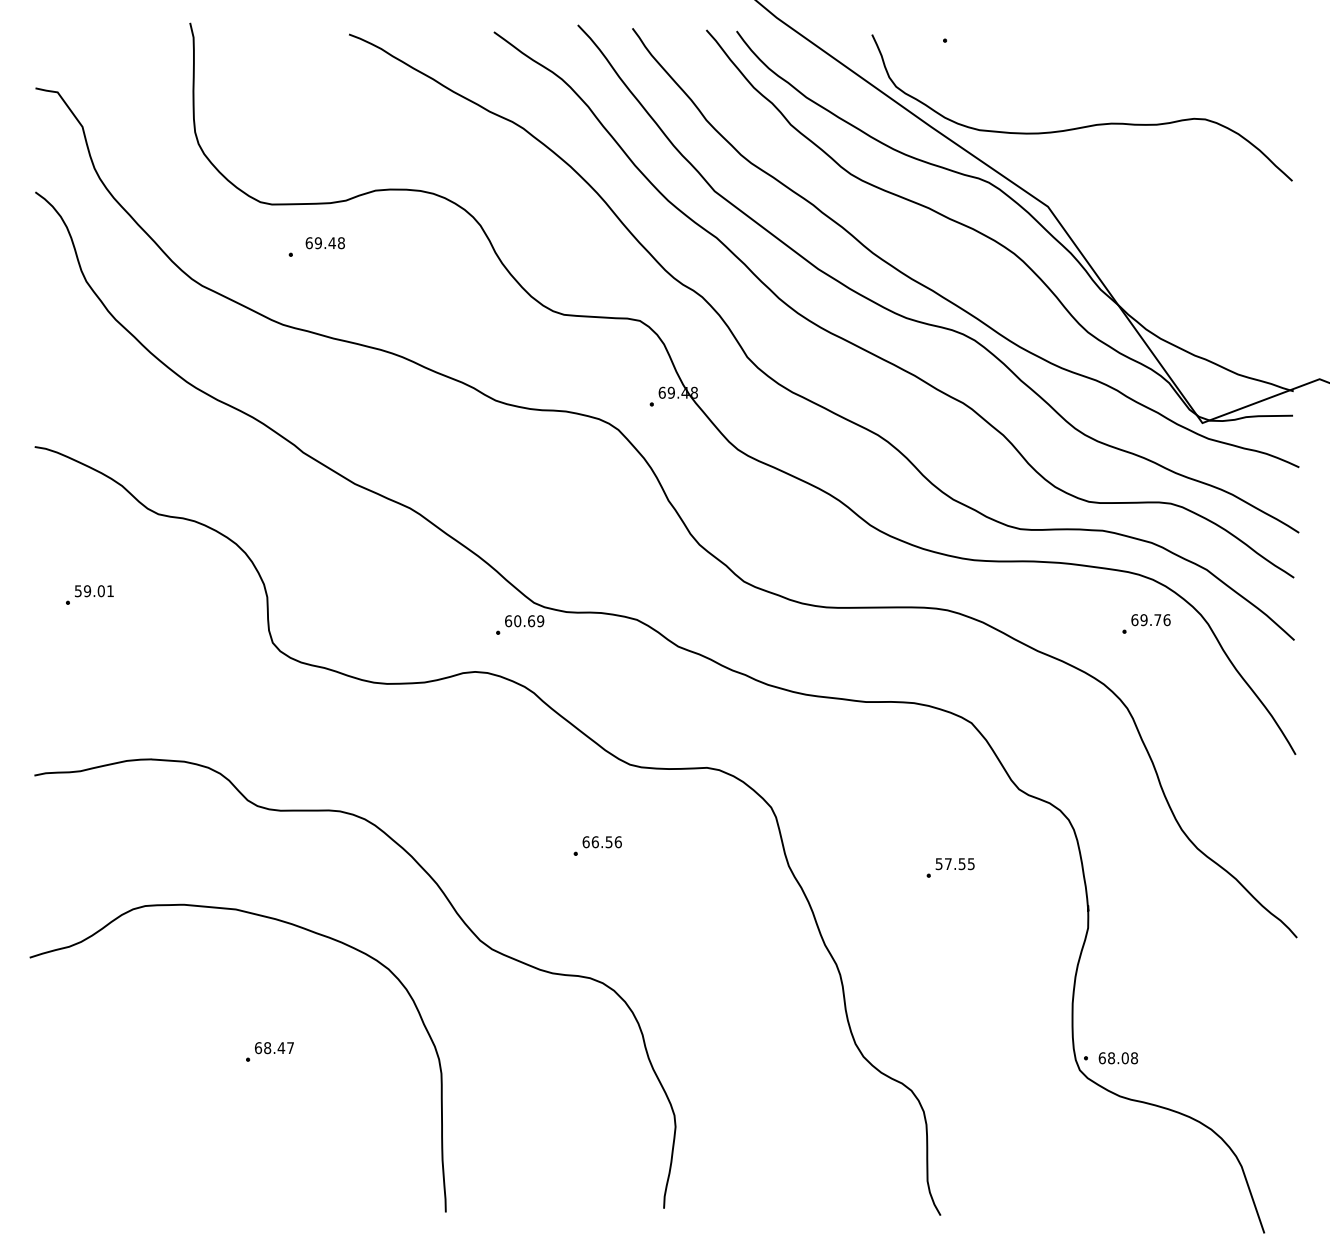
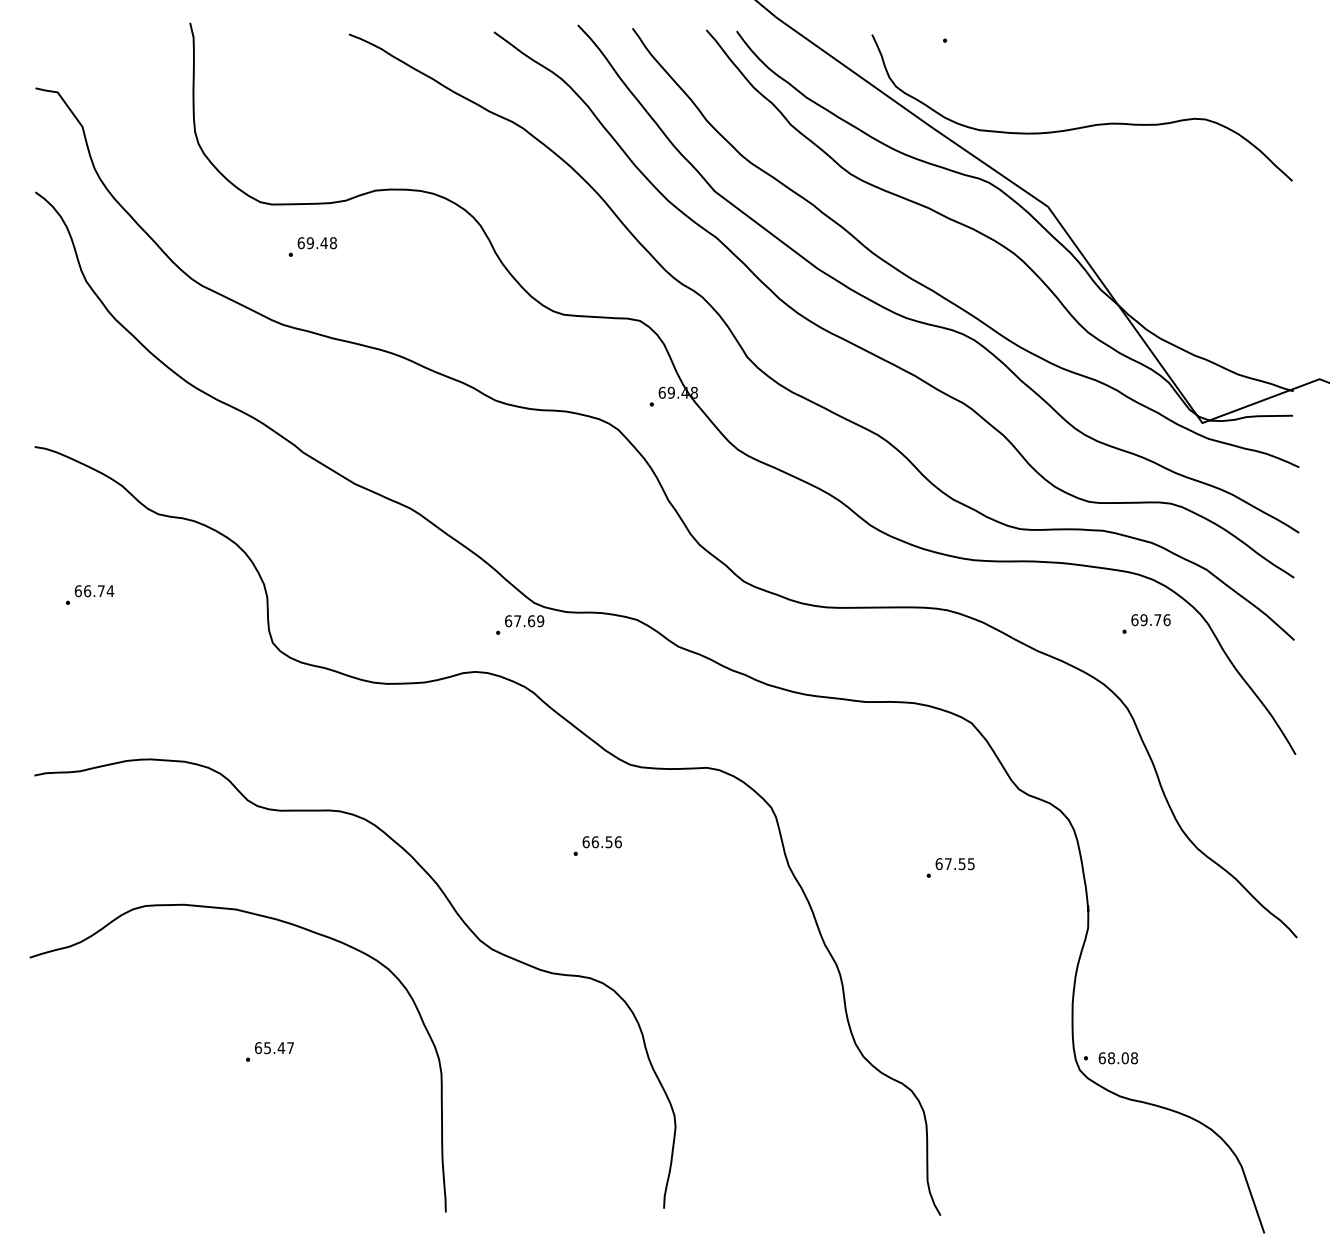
text at (324, 243) position: (324, 243) -> (316, 243)
text at (94, 591): 59.01 -> 66.74
text at (517, 621): 60.69 -> 67.69
text at (938, 864): 57.55 -> 67.55
text at (267, 1048): 68.47 -> 65.47
